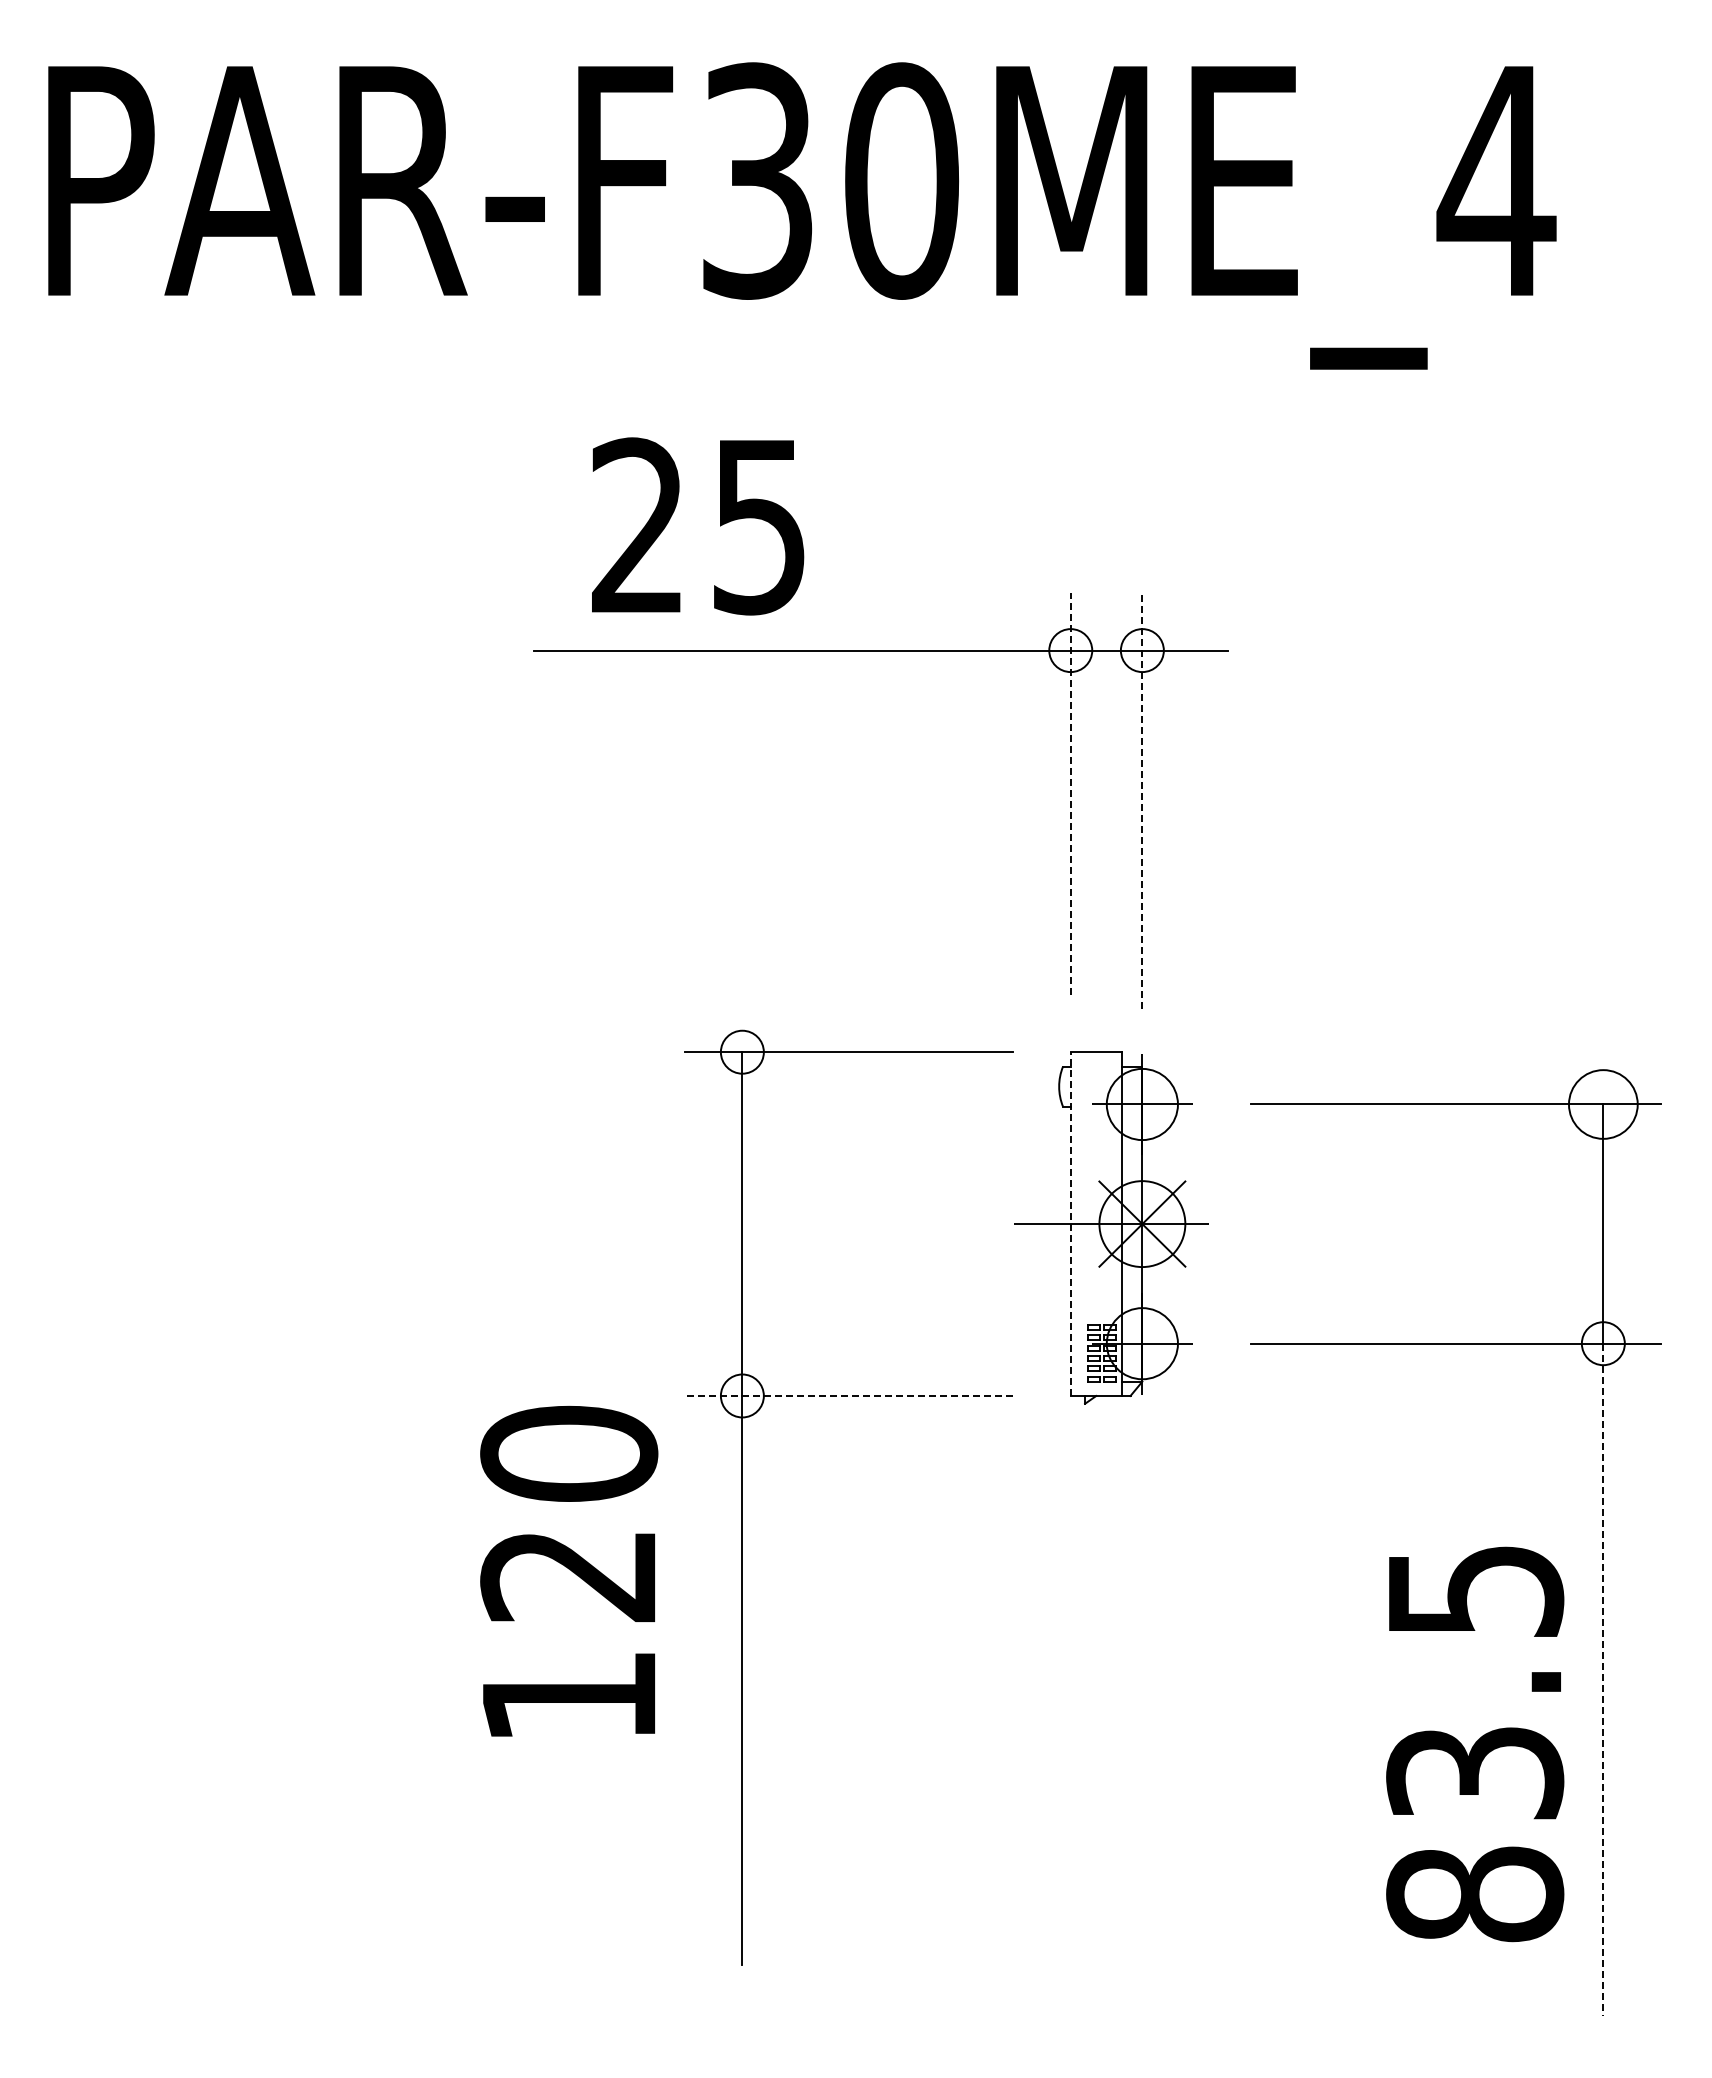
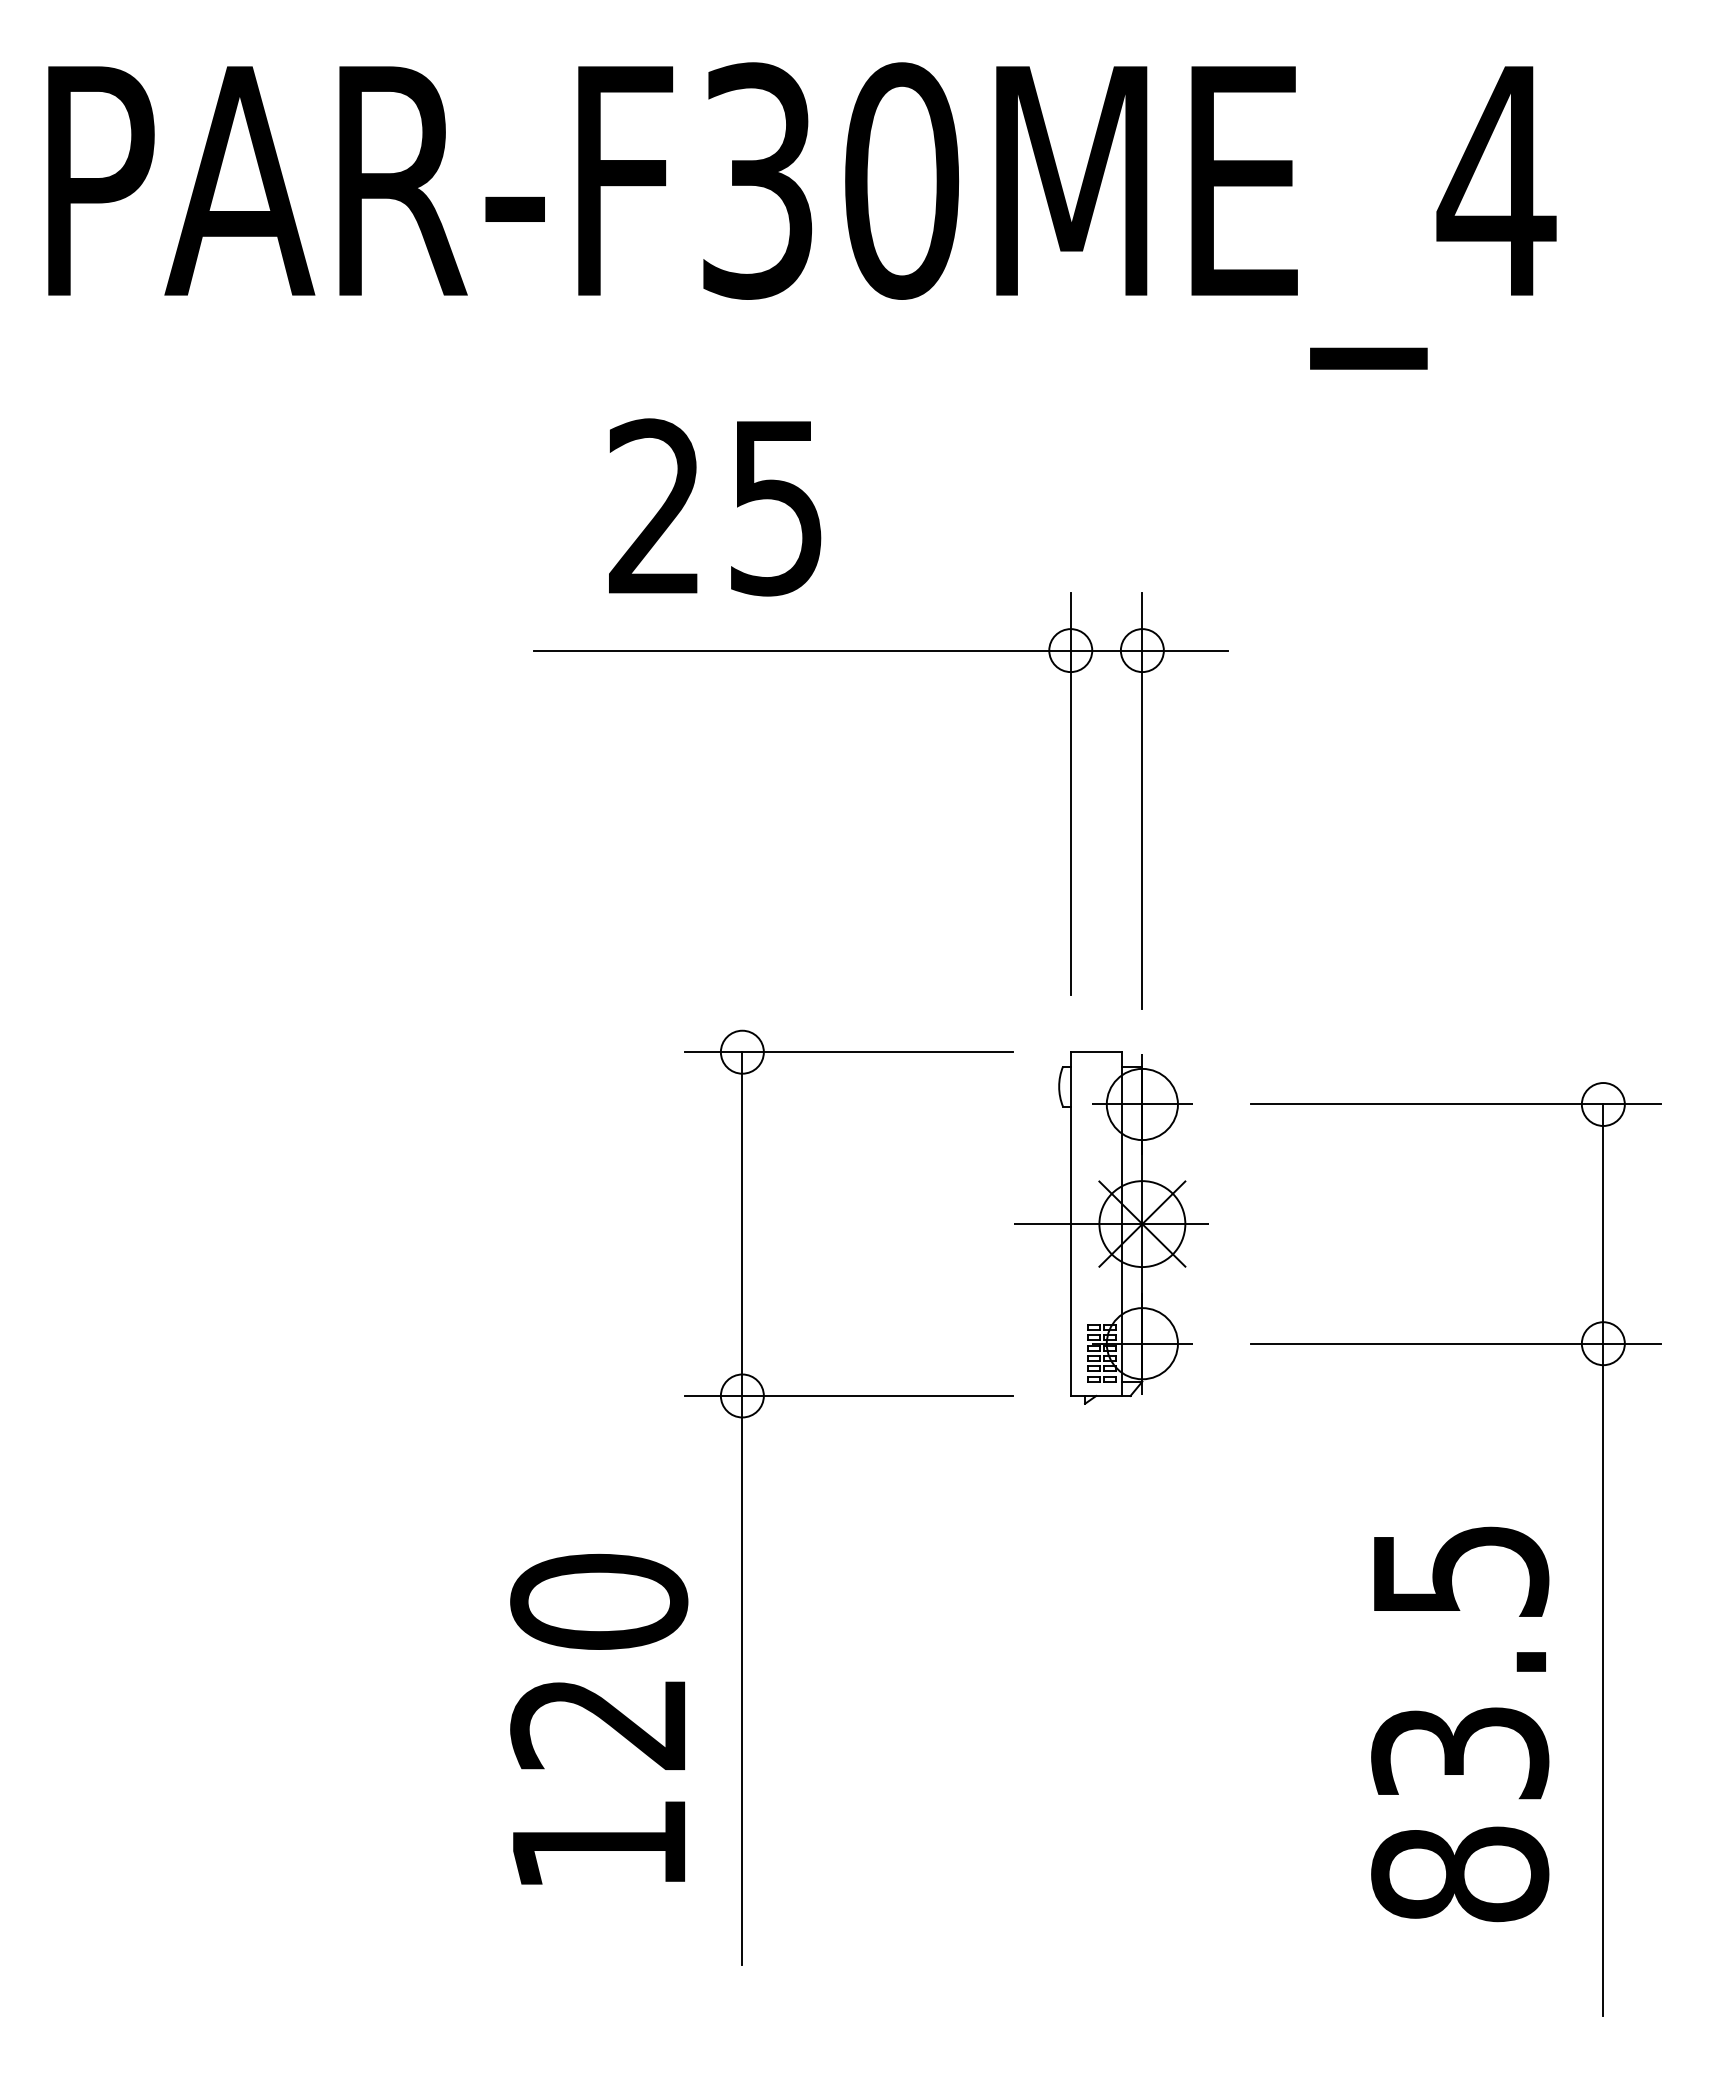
text at (698, 526) position: (698, 526) -> (715, 507)
line at (1070, 794): dashed -> solid
line at (1142, 801): dashed -> solid
circle at (1602, 1104) diameter: 69 px -> 43 px
line at (1070, 1224): dashed -> solid
line at (848, 1395): dashed -> solid
text at (569, 1570) position: (569, 1570) -> (599, 1718)
line at (1603, 1679): dashed -> solid
text at (1475, 1744) position: (1475, 1744) -> (1460, 1724)
